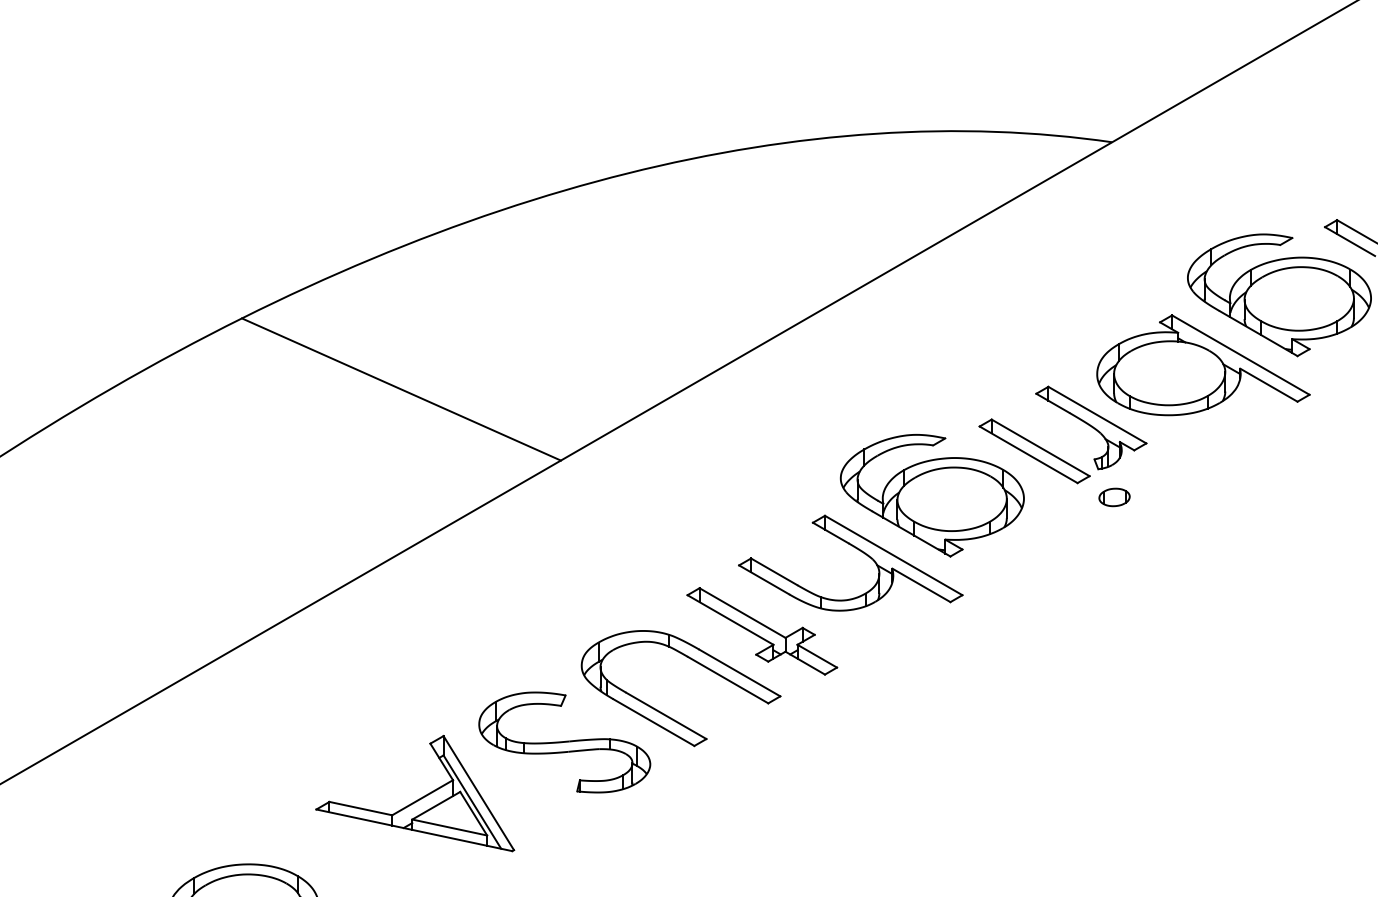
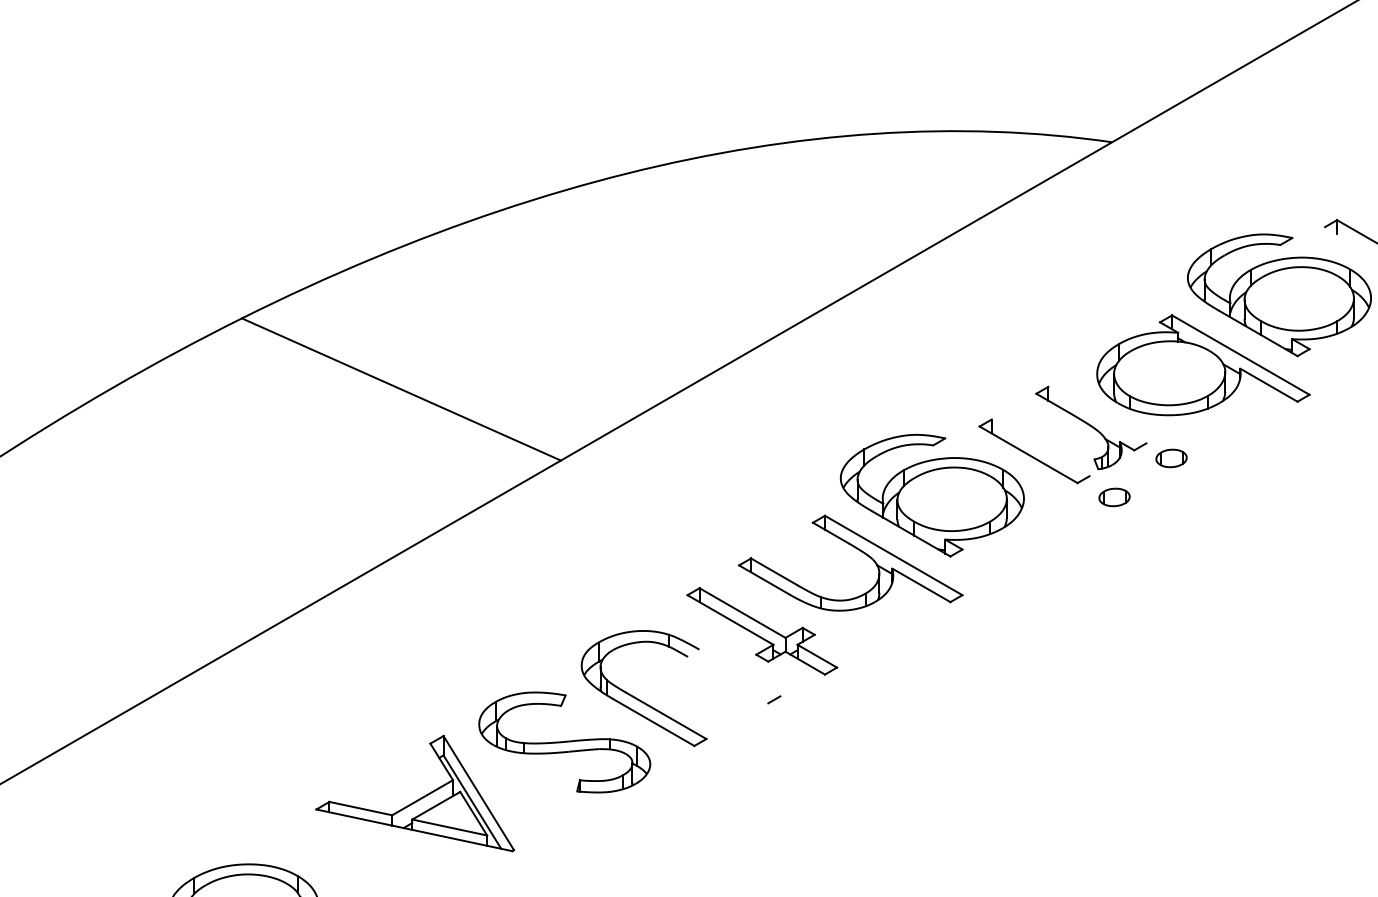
line at (1349, 241): present -> none
line at (1097, 414): present -> none
line at (1040, 447): present -> none
part at (1171, 458): none -> present
line at (739, 672): present -> none
line at (728, 679): present -> none
